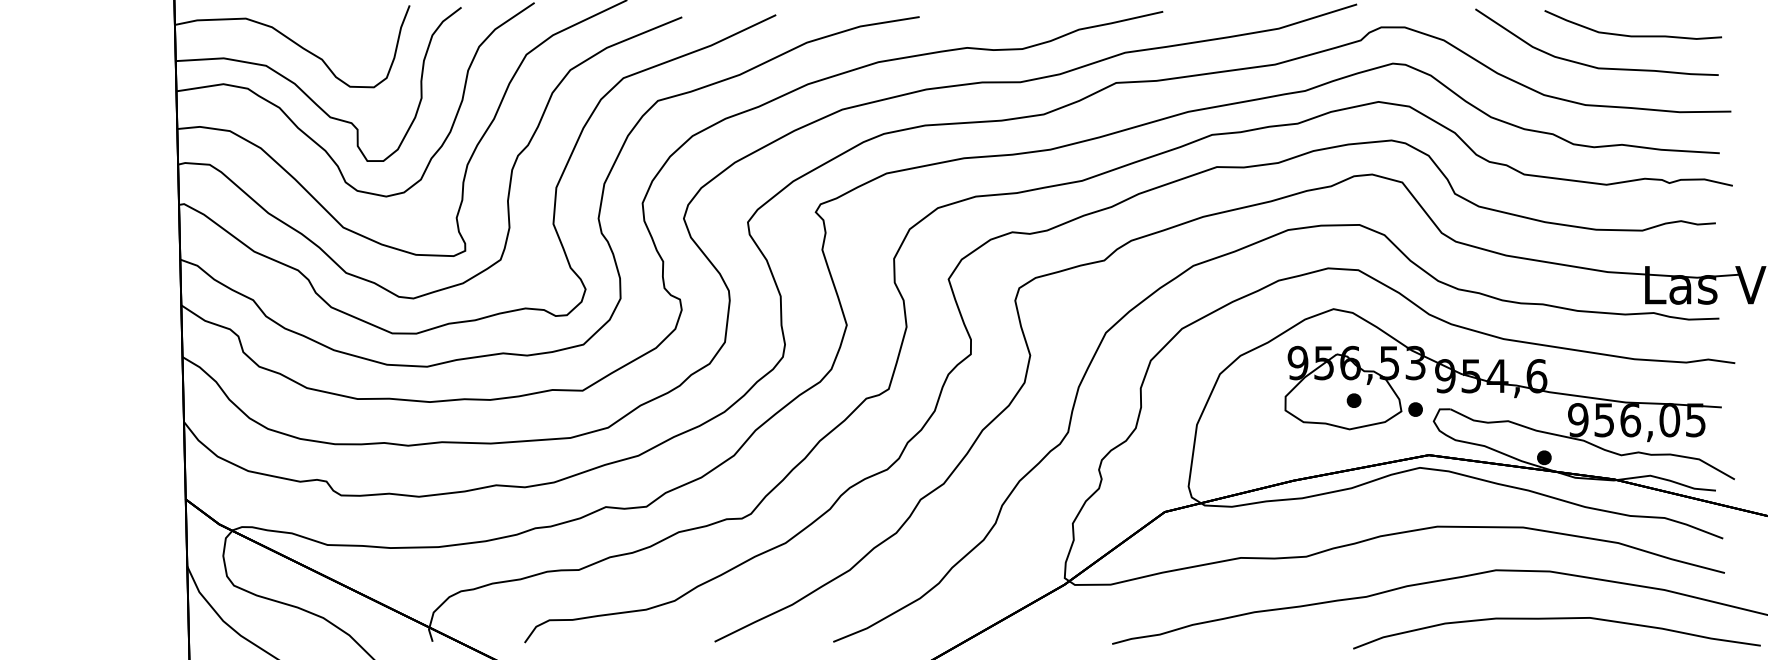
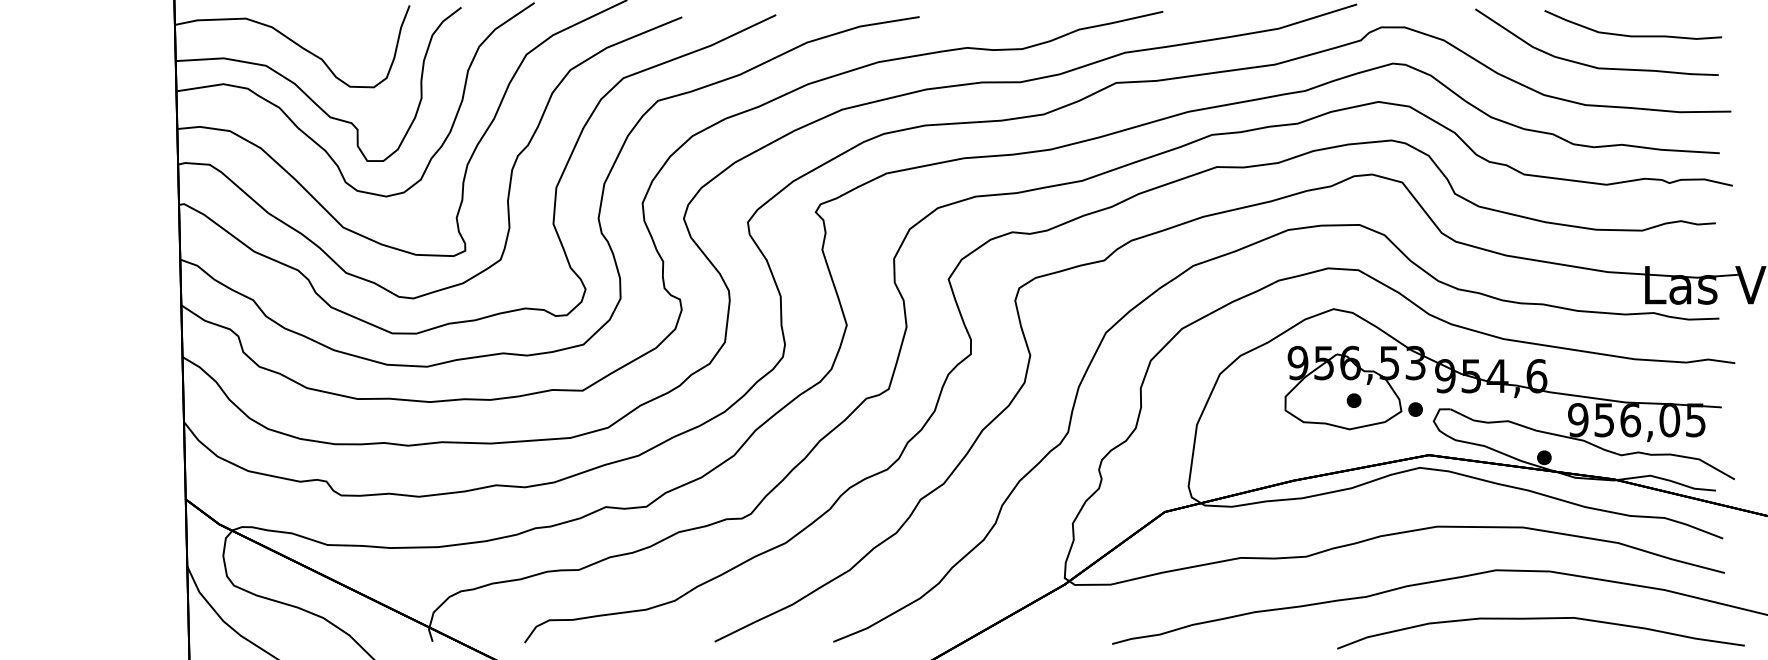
curve at (1556, 619) position: (1556, 619) -> (1540, 619)
